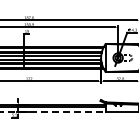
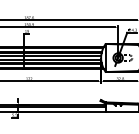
line at (53, 111): dashed -> solid
